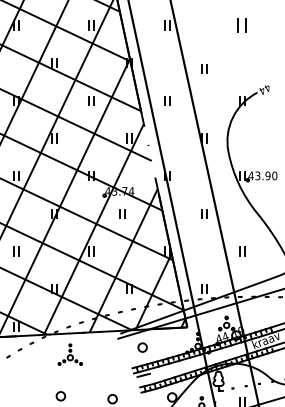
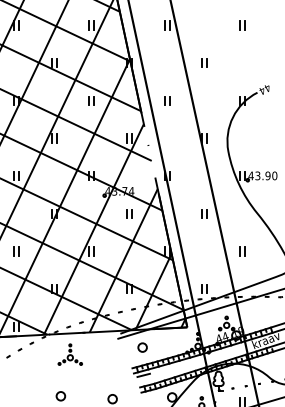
part at (241, 25) size: 10x15 px -> 7x11 px
part at (204, 68) position: (204, 68) -> (204, 62)
part at (122, 213) position: (122, 213) -> (129, 213)
